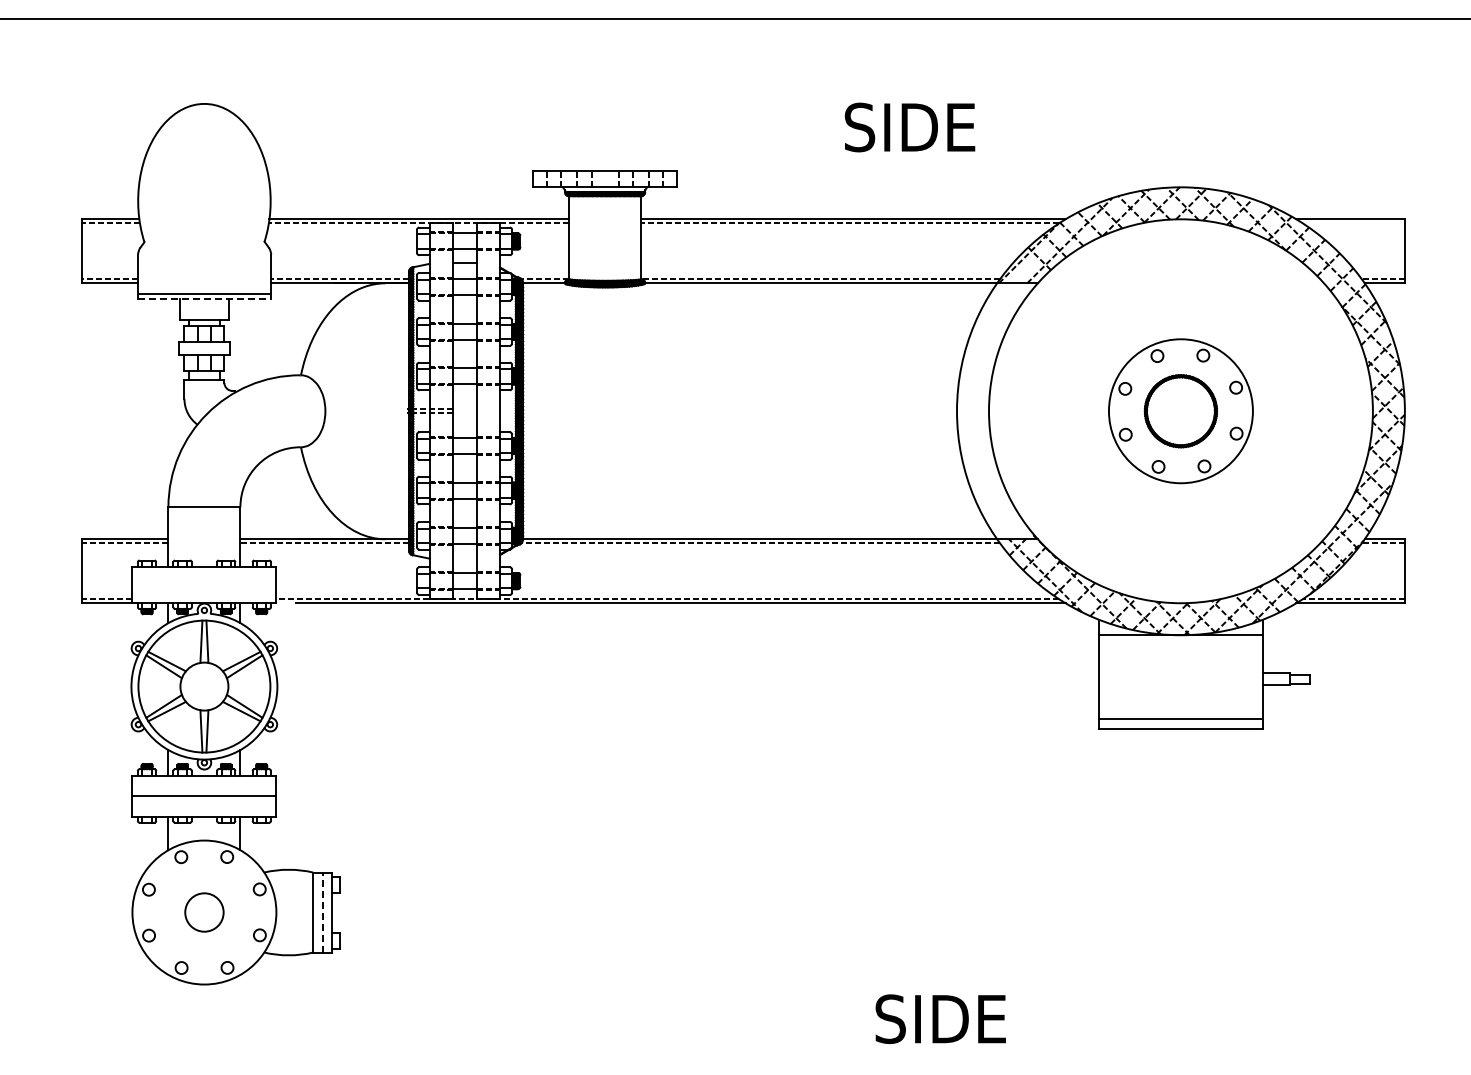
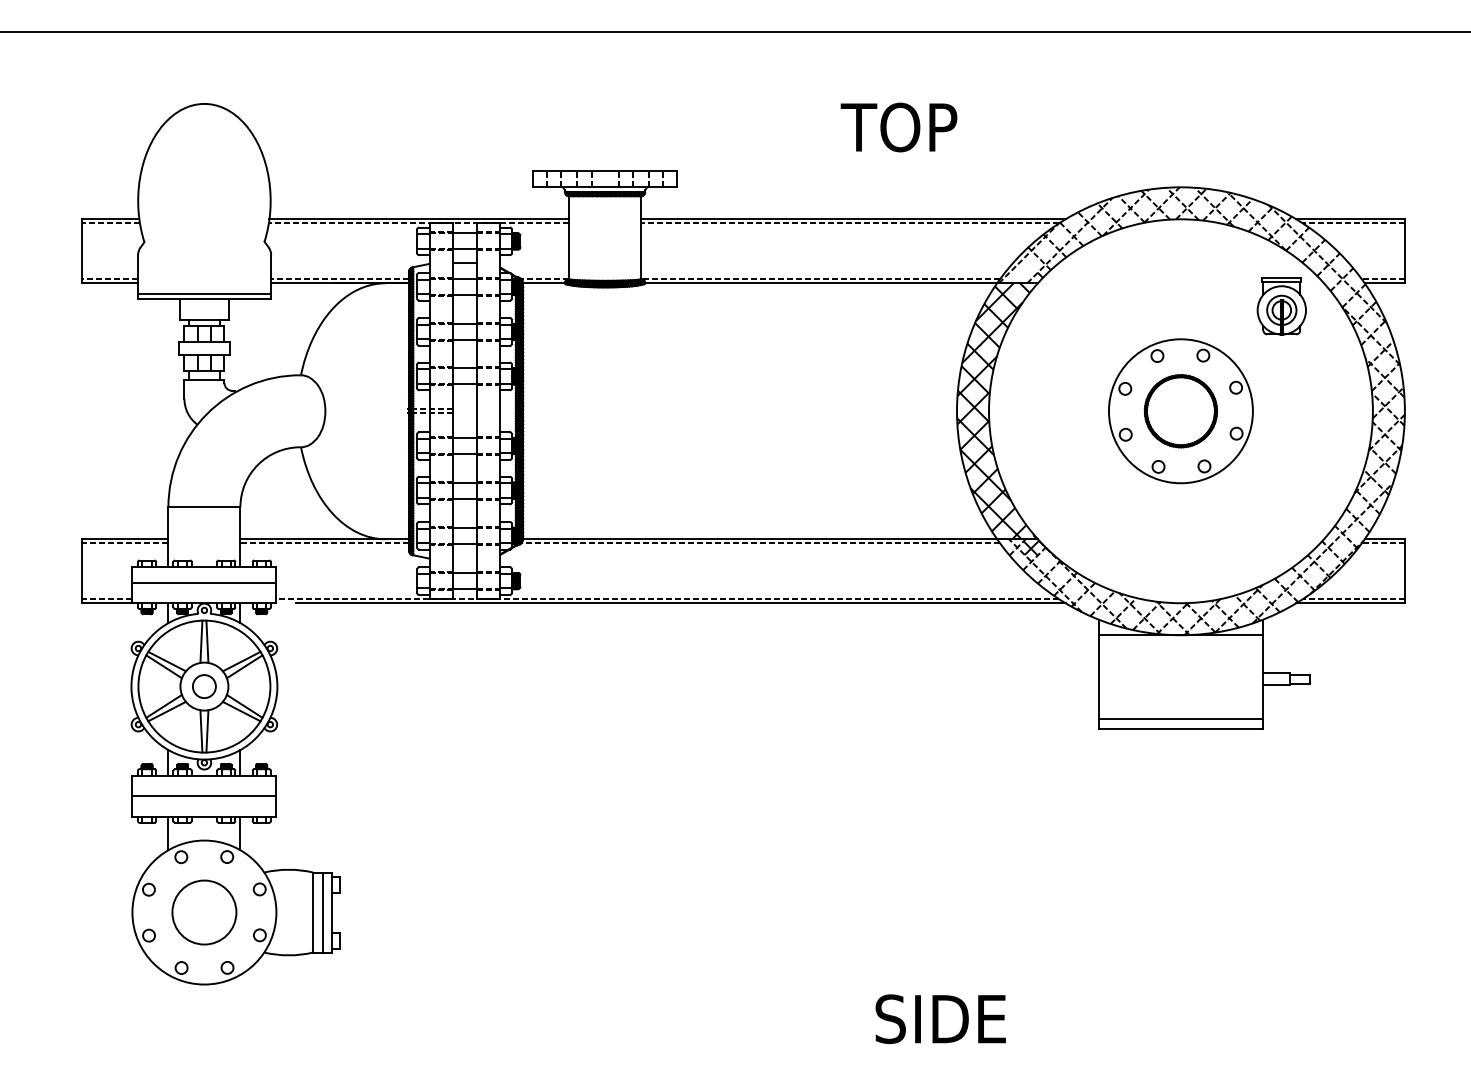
line at (734, 19) position: (734, 19) -> (734, 32)
text at (907, 127): SIDE -> TOP
line at (1353, 223): none -> present
line at (204, 299): dashed -> solid
part at (1281, 306): none -> present
hatch at (999, 413): none -> present
line at (204, 582): none -> present
circle at (204, 686): none -> present
circle at (204, 912) size: 41x41 px -> 67x67 px
line at (322, 912): dashed -> solid
